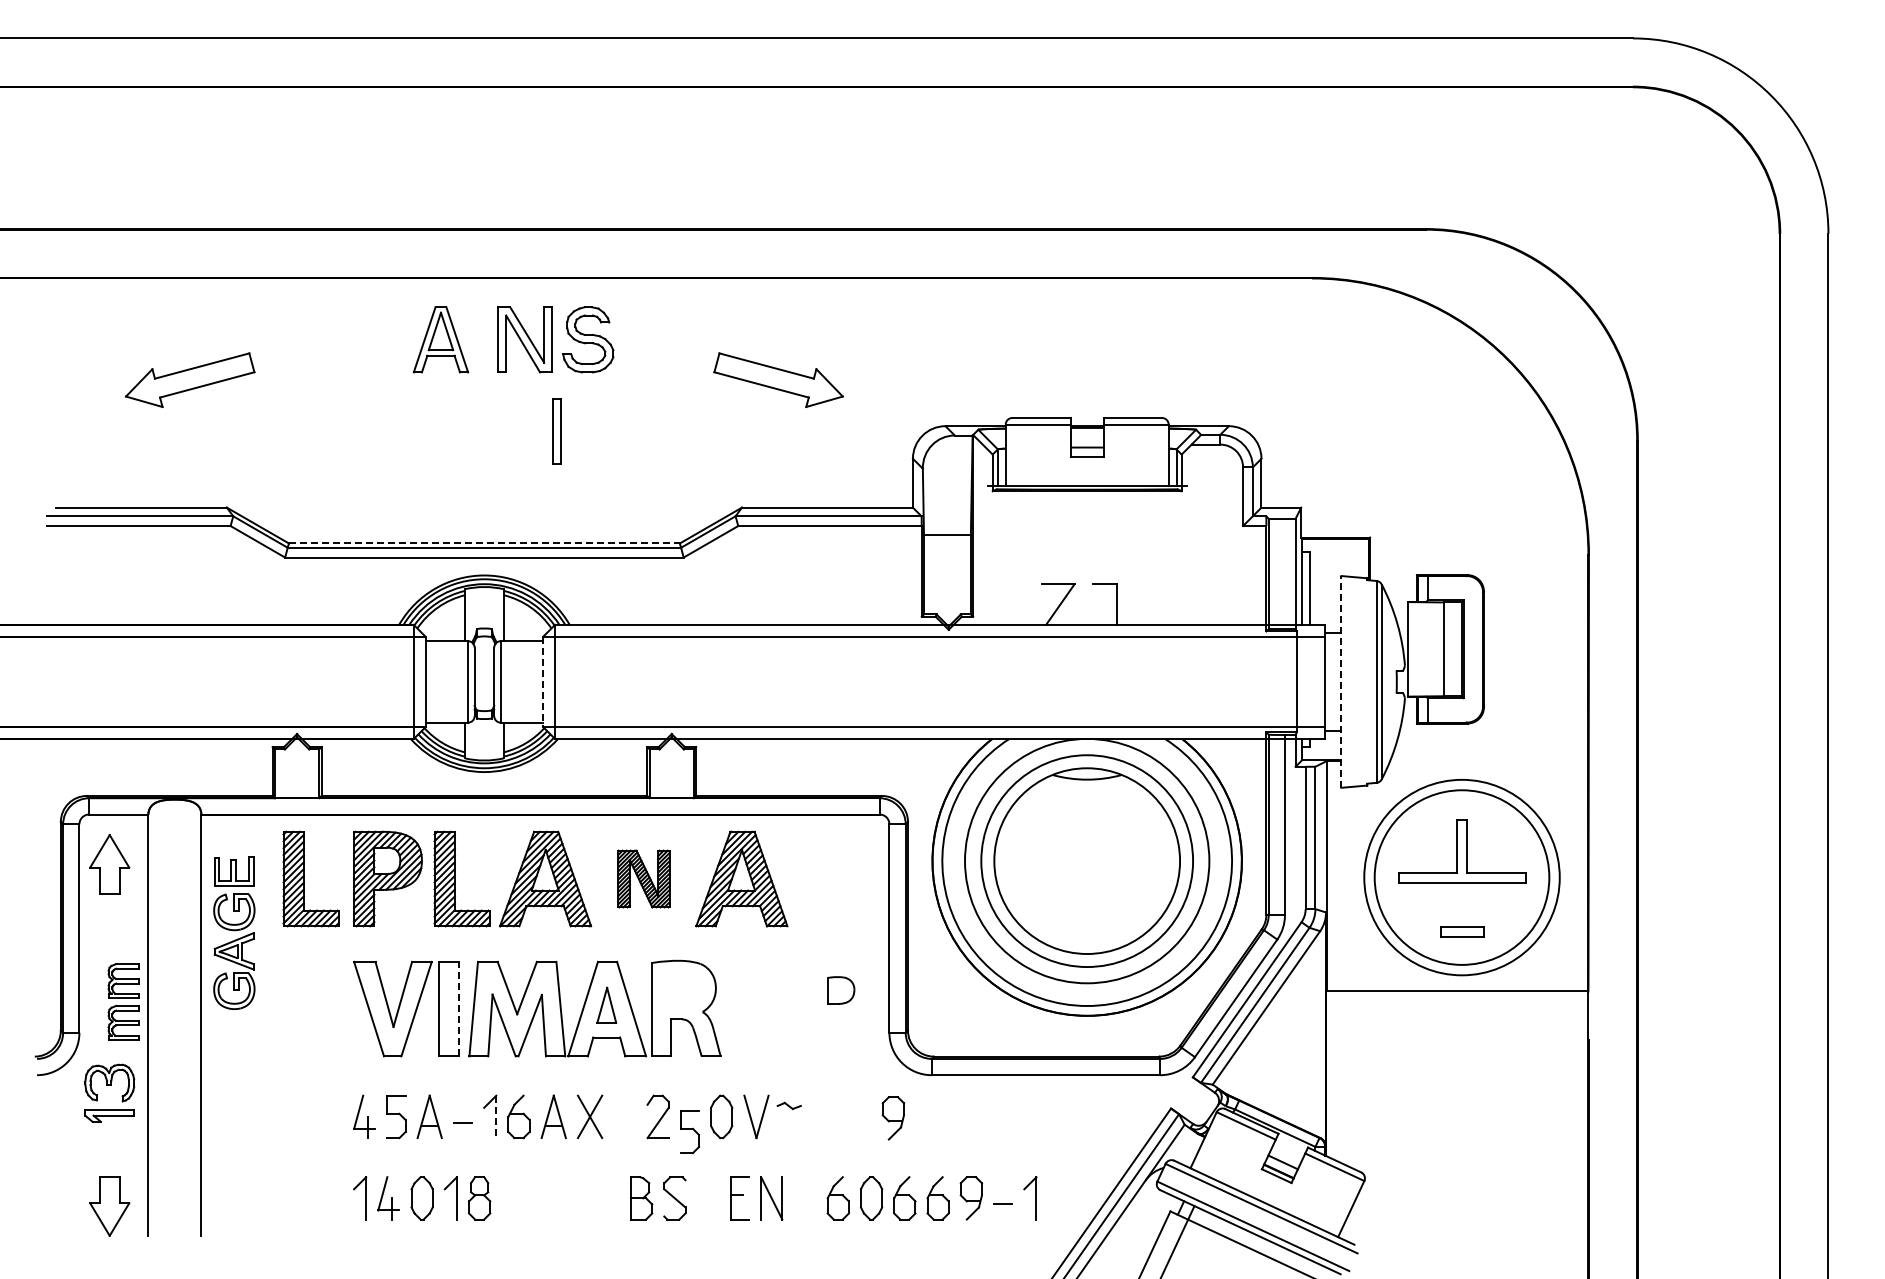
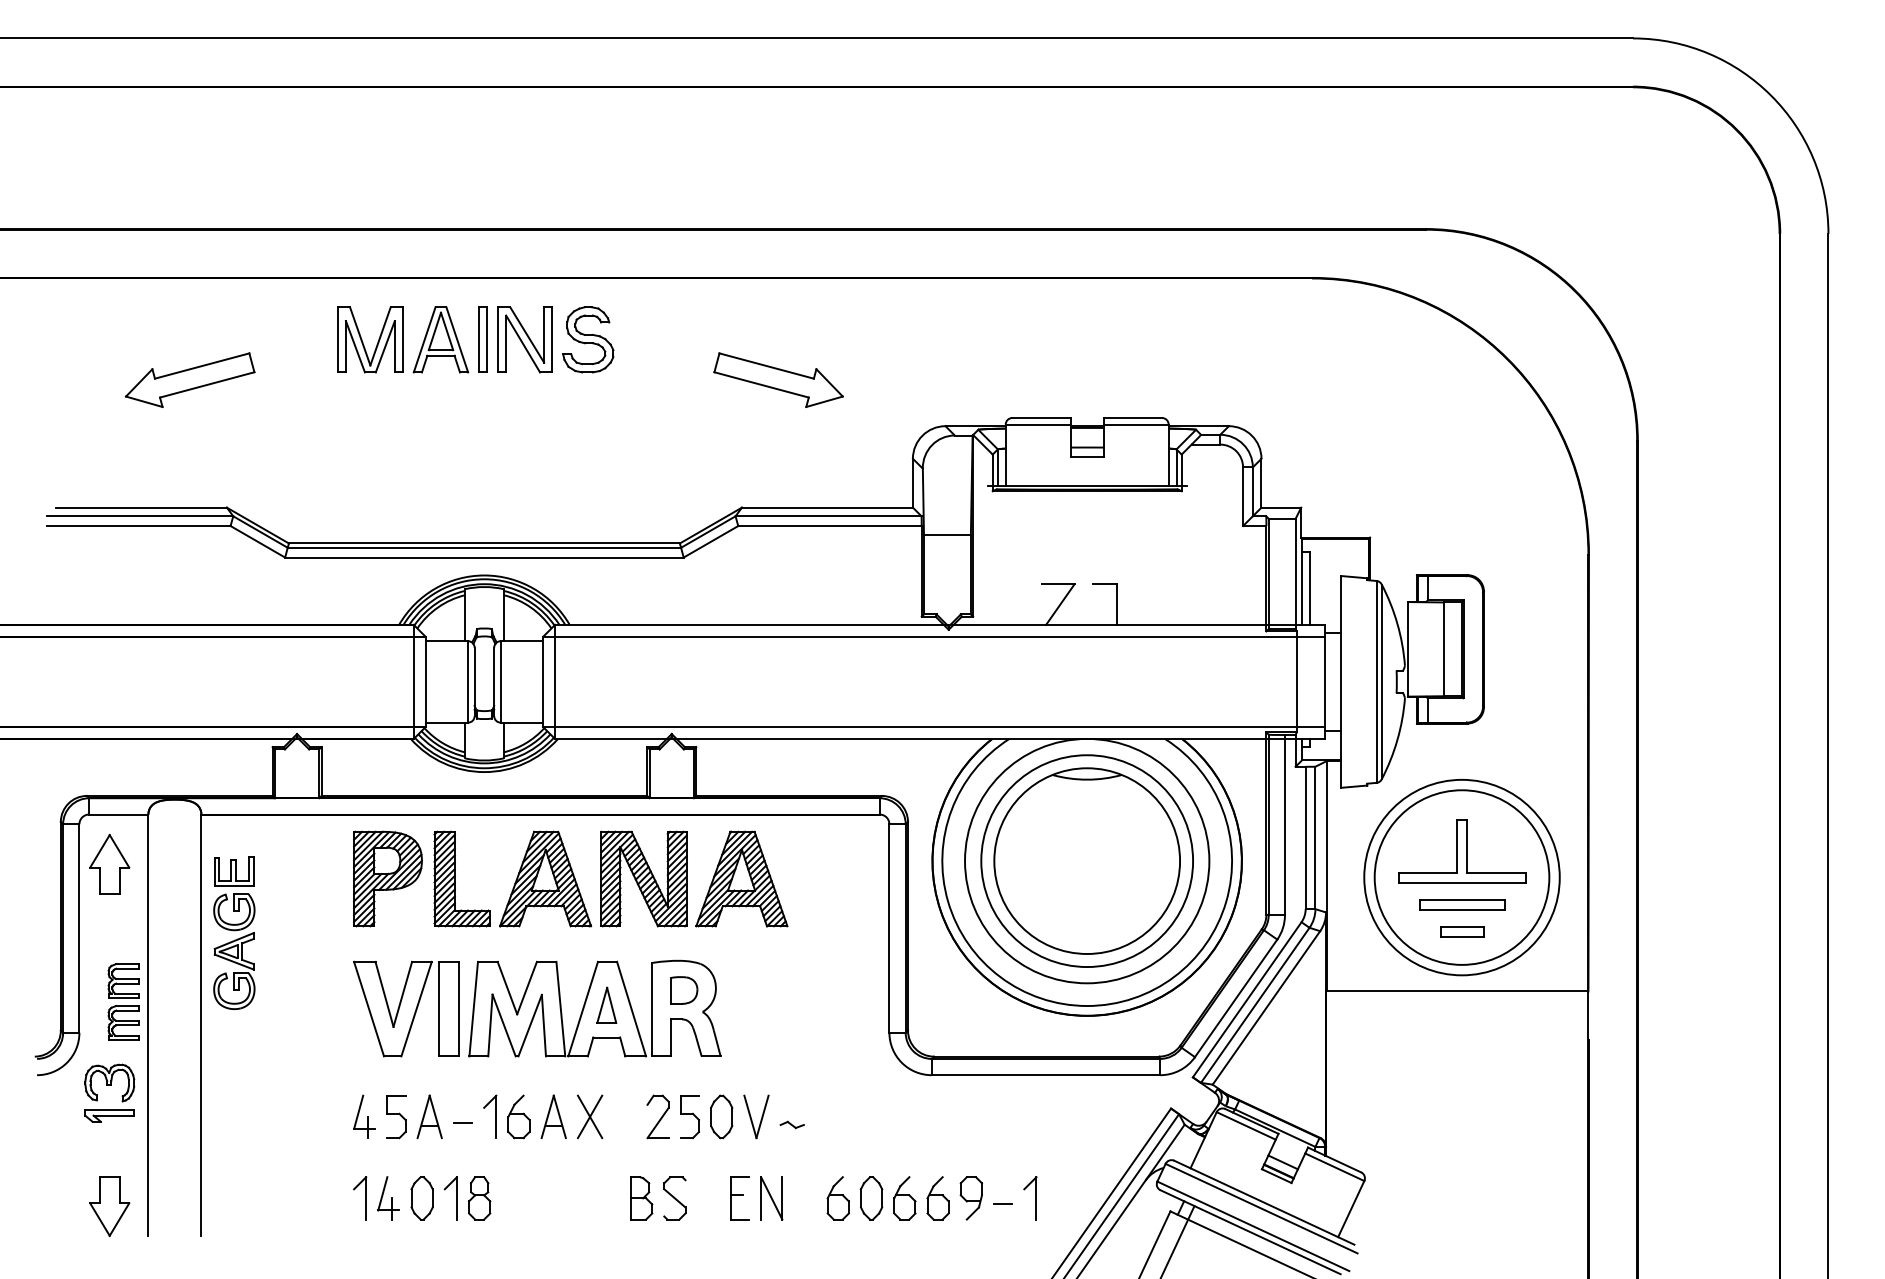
part at (377, 341): none -> present
part at (556, 431) position: (556, 431) -> (482, 339)
line at (484, 543): dashed -> solid
line at (1341, 681): dashed -> solid
line at (543, 682): dashed -> solid
part at (310, 878): present -> none
part at (643, 878) size: 54x60 px -> 88x98 px
part at (1462, 904): none -> present
part at (841, 990) position: (841, 990) -> (684, 990)
line at (458, 1008): dashed -> solid
part at (788, 1105) position: (788, 1105) -> (791, 1124)
line at (496, 1117): dashed -> solid
part at (893, 1118): present -> none
part at (689, 1131) position: (689, 1131) -> (689, 1116)
